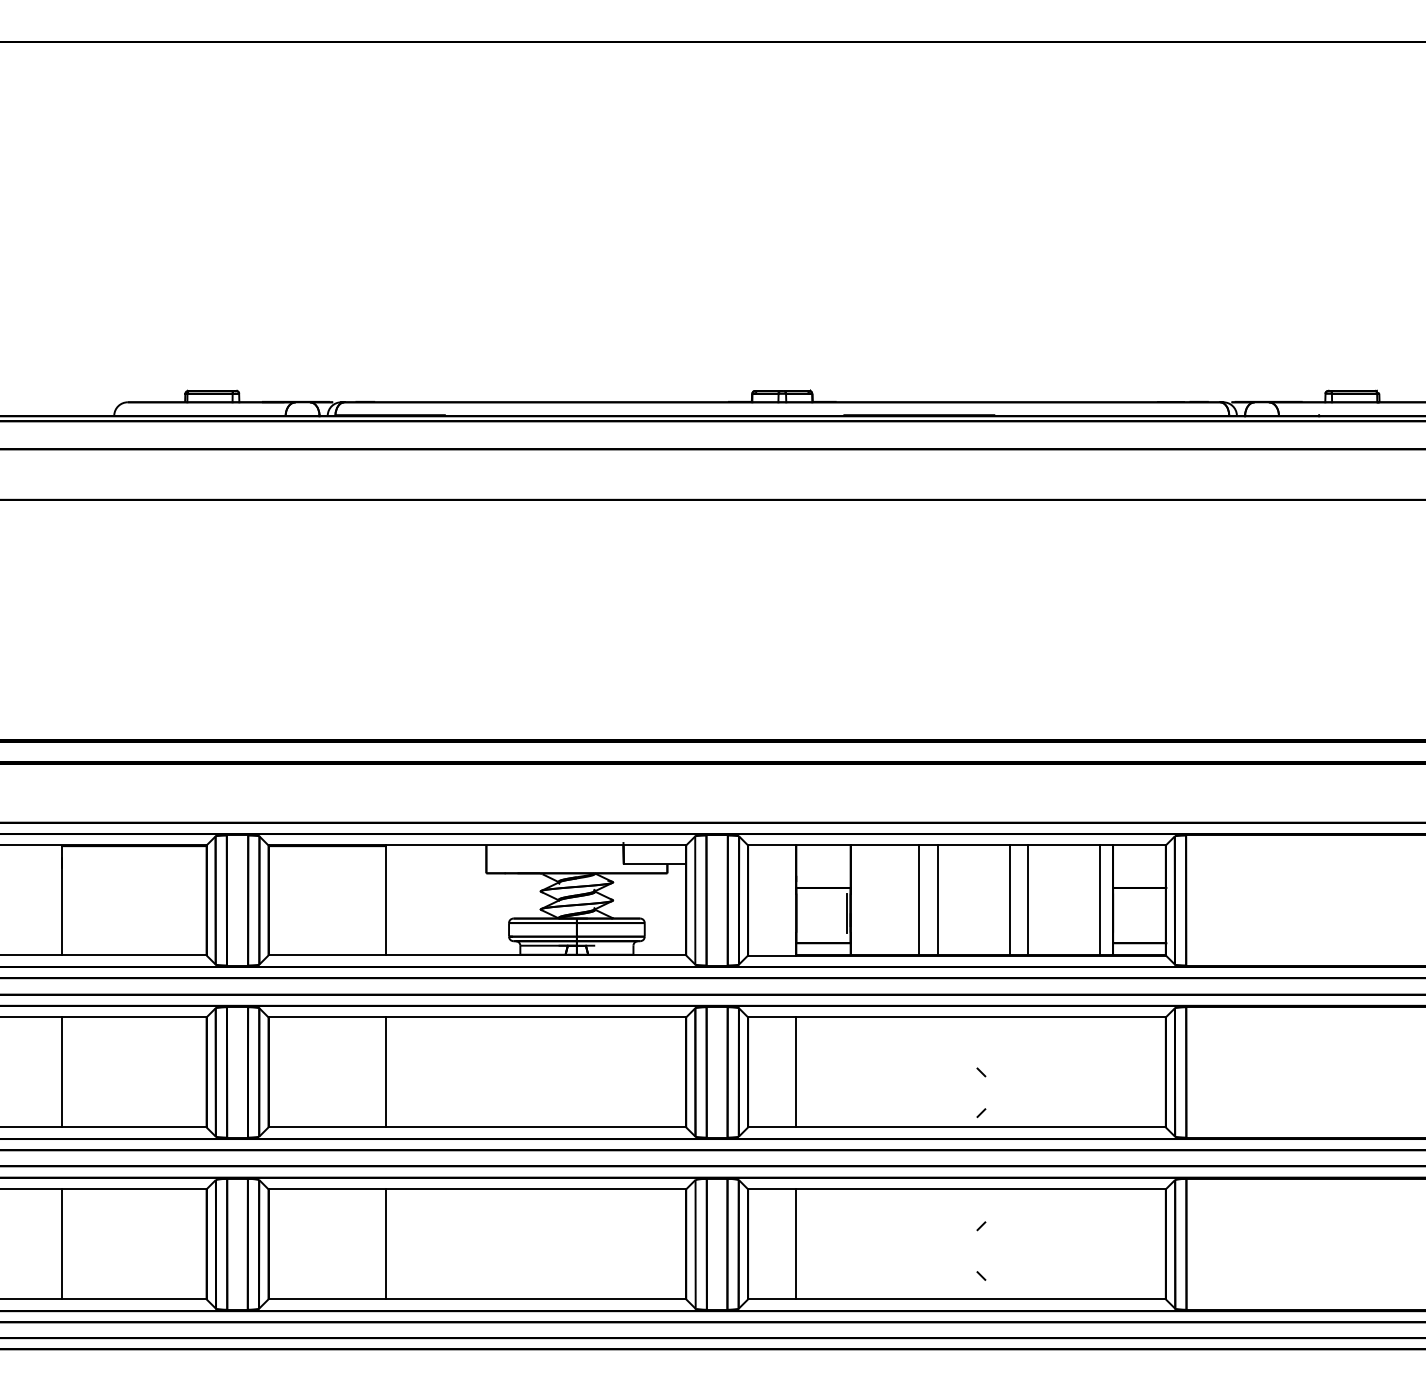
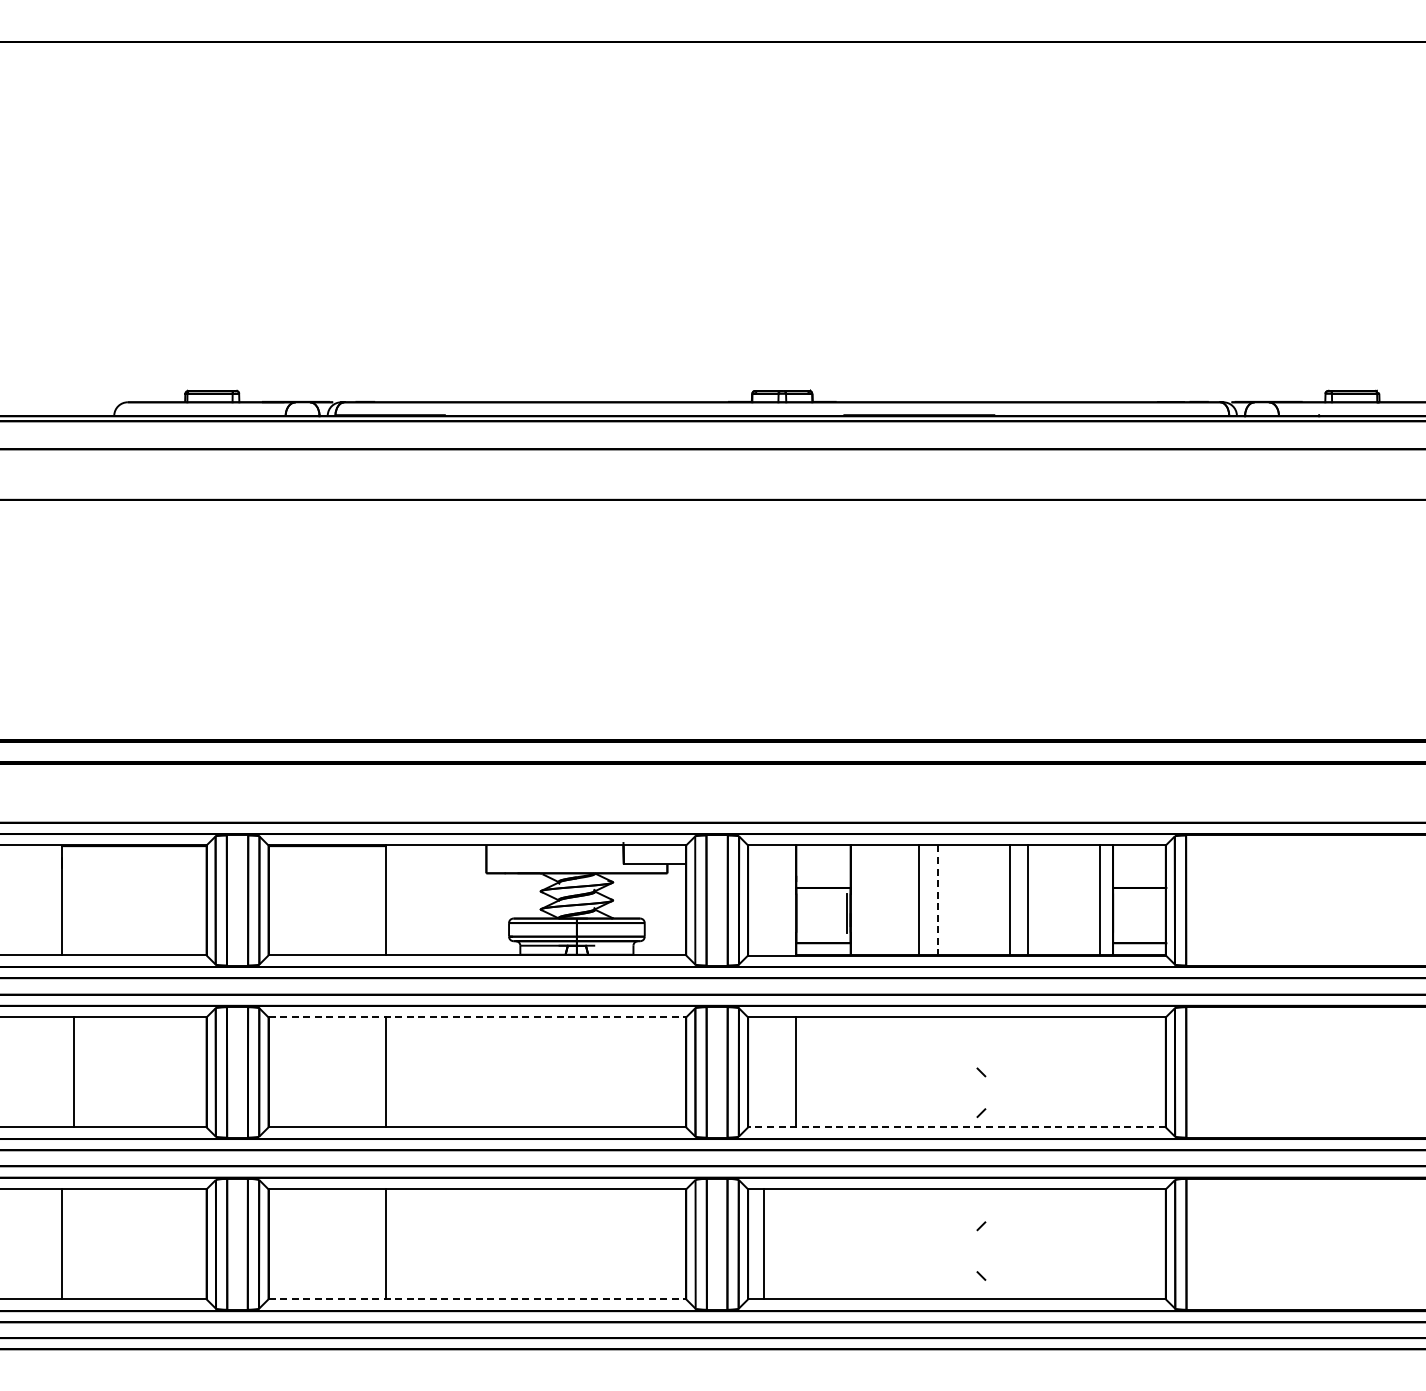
line at (937, 900): solid -> dashed
line at (477, 1017): solid -> dashed
line at (61, 1072) position: (61, 1072) -> (73, 1072)
line at (956, 1127): solid -> dashed
line at (796, 1244) position: (796, 1244) -> (764, 1244)
line at (477, 1299): solid -> dashed
